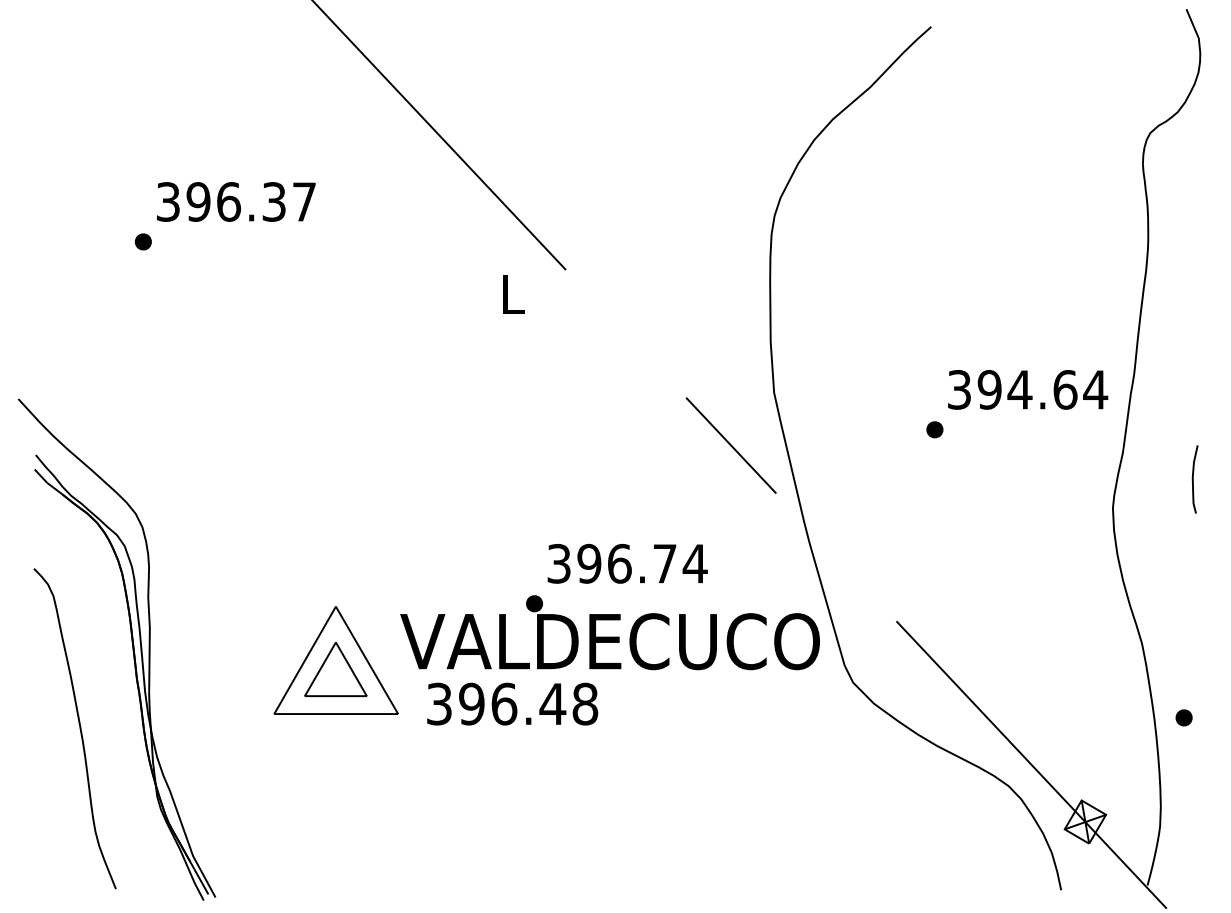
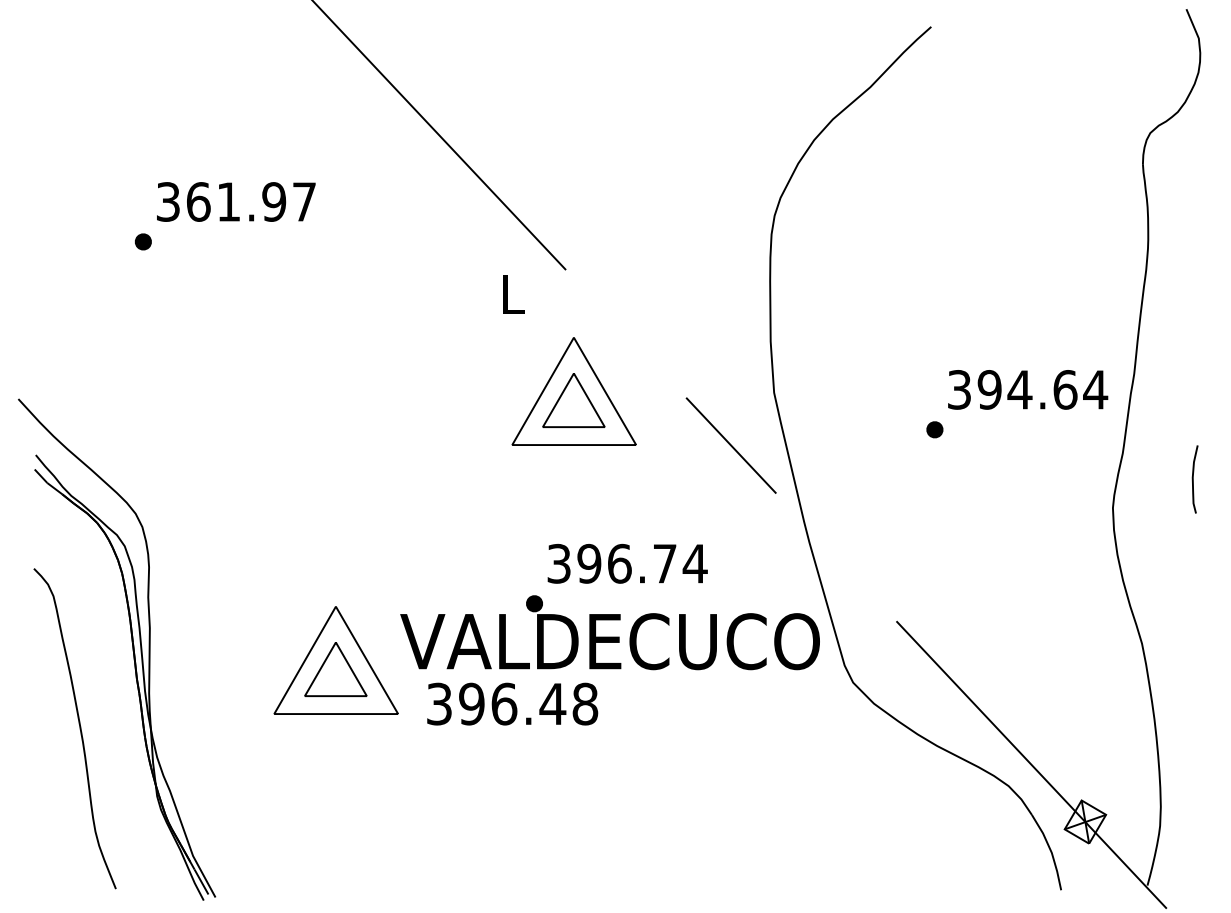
text at (236, 201): 396.37 -> 361.97
part at (573, 391): none -> present
part at (1183, 717): present -> none
